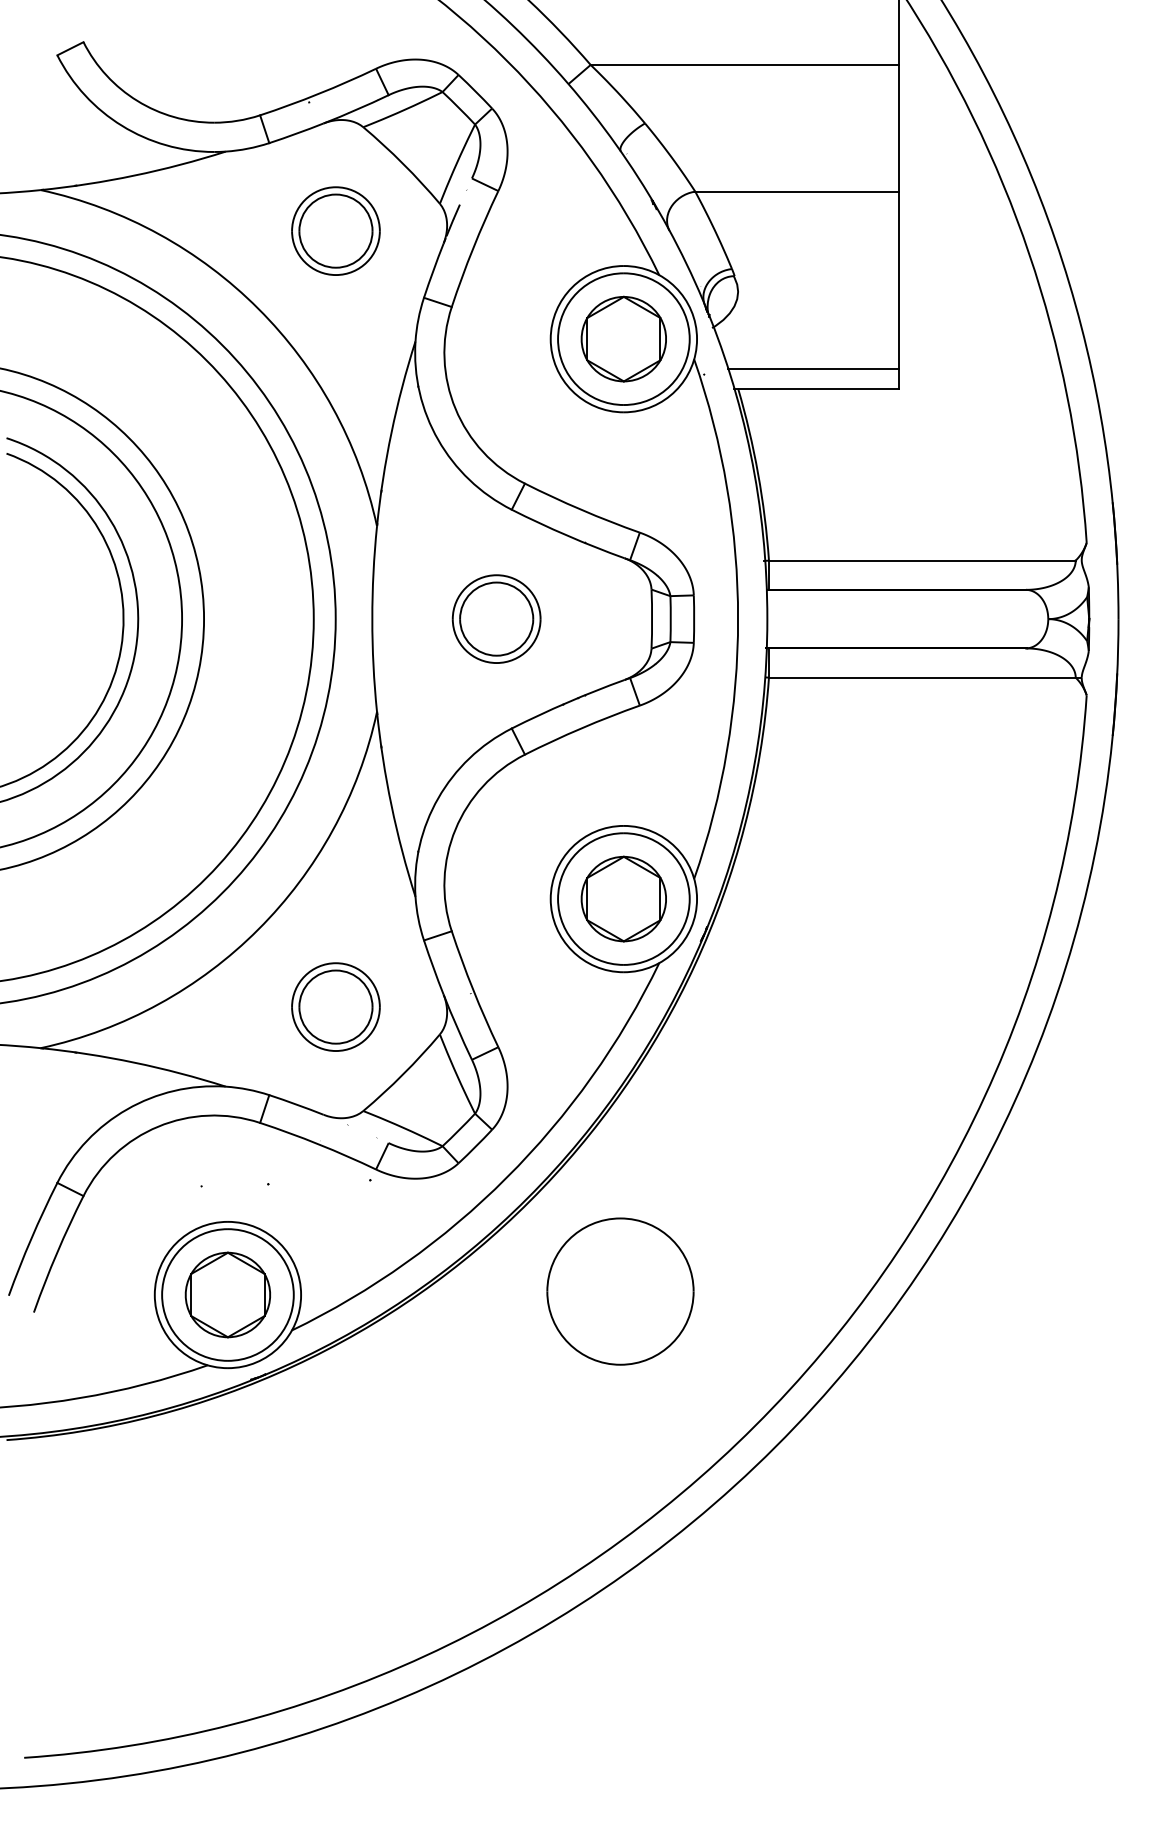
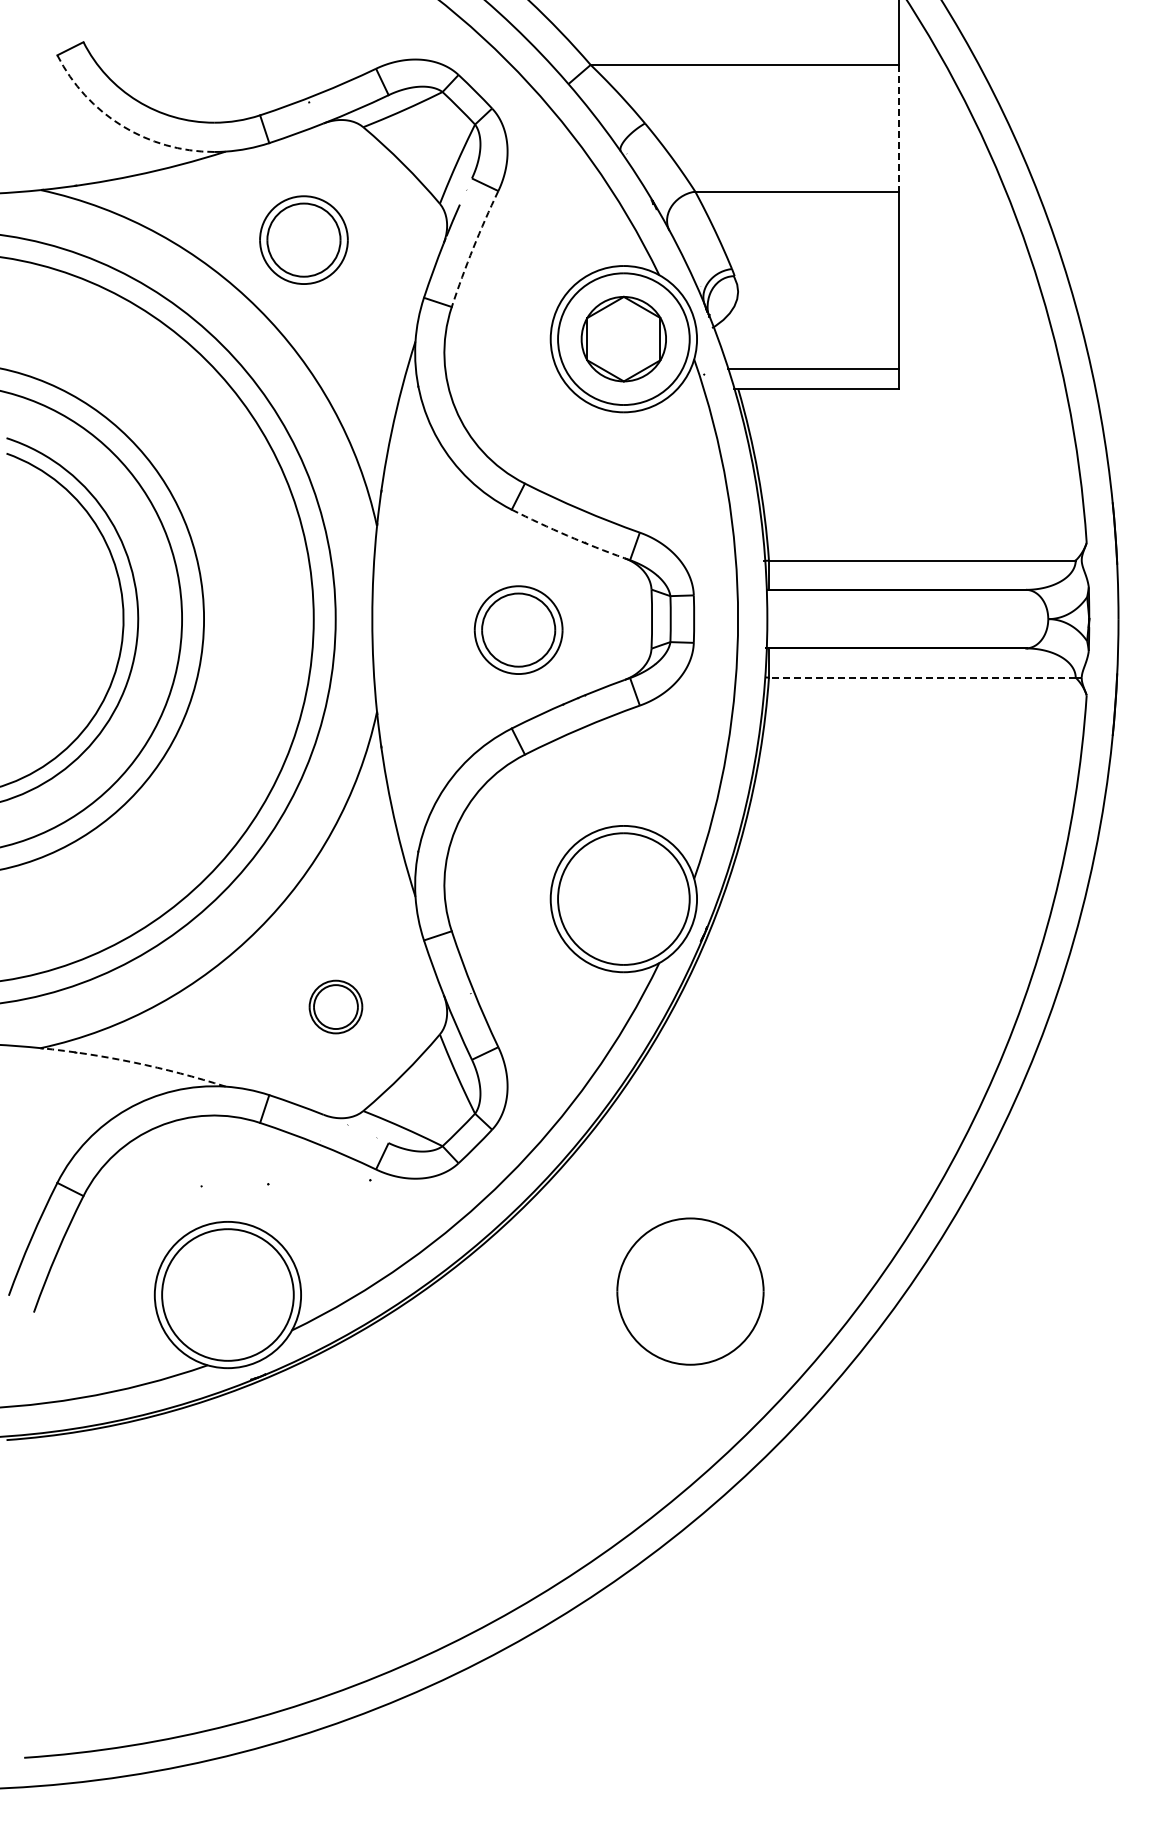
arc at (122, 125): solid -> dashed
line at (899, 128): solid -> dashed
part at (335, 230) position: (335, 230) -> (303, 239)
arc at (473, 248): solid -> dashed
arc at (567, 535): solid -> dashed
part at (496, 618) position: (496, 618) -> (518, 629)
line at (921, 677): solid -> dashed
part at (623, 898): present -> none
part at (335, 1006) size: 90x90 px -> 56x56 px
arc at (134, 1062): solid -> dashed
part at (620, 1291) position: (620, 1291) -> (690, 1291)
part at (227, 1294): present -> none
